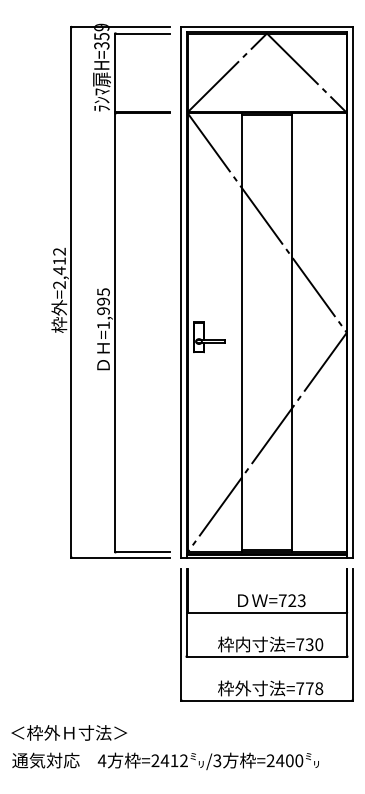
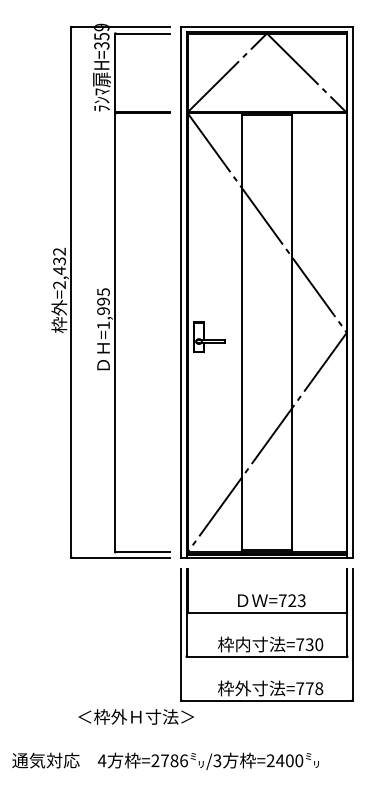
text at (59, 261): =2,412 -> =2,432
text at (68, 732) position: (68, 732) -> (135, 716)
text at (173, 760): =2412 -> =2786
